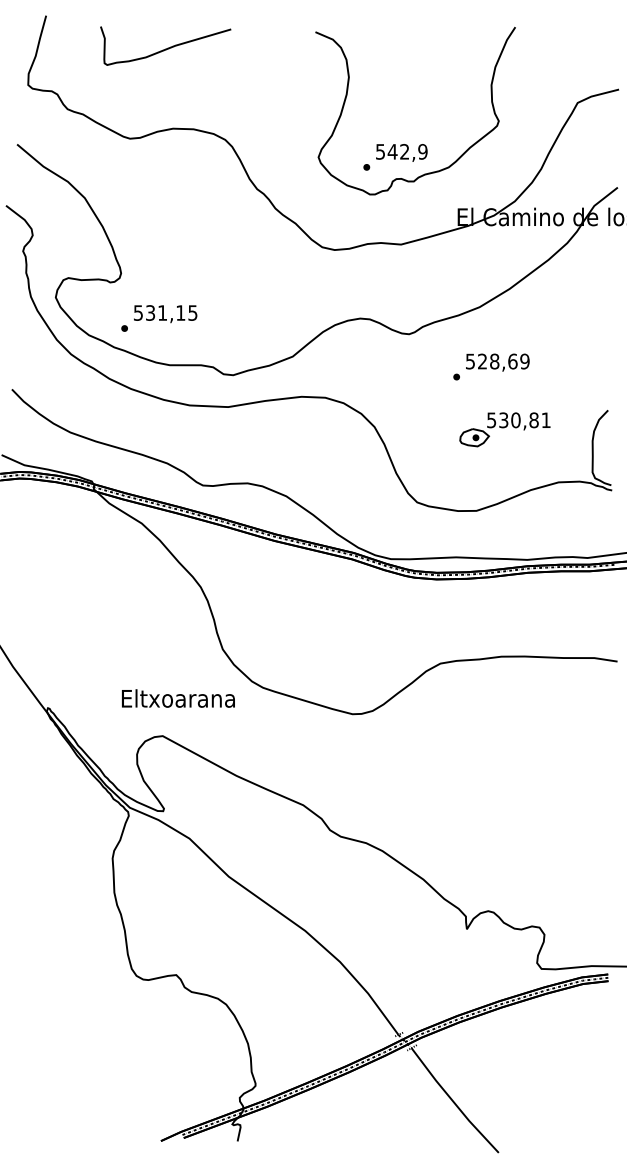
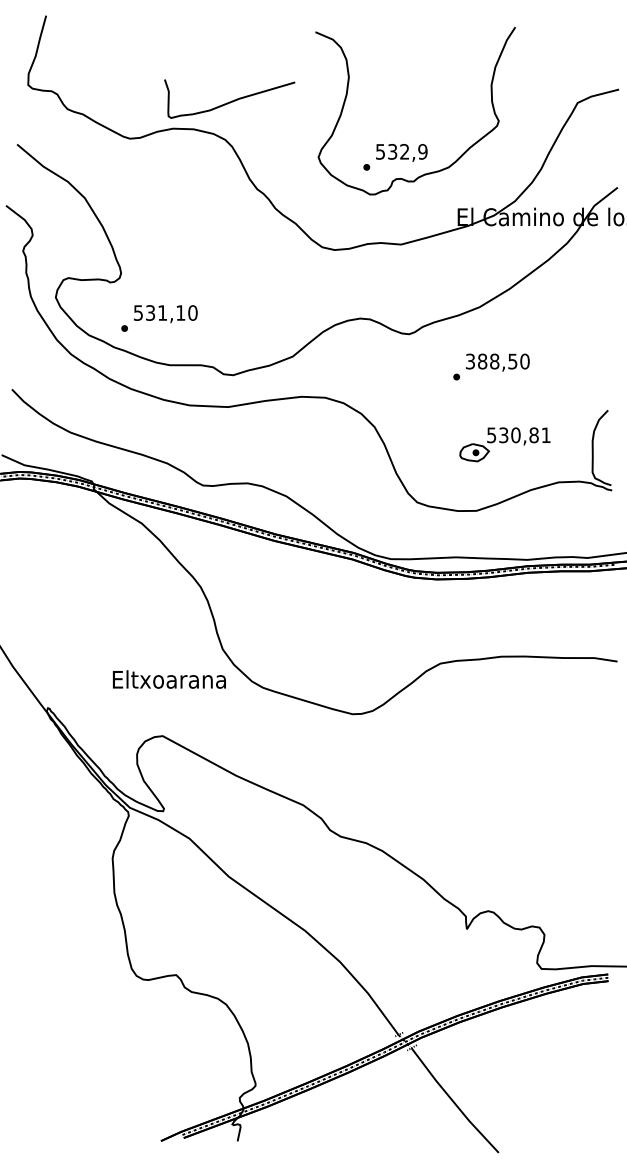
curve at (167, 47) position: (167, 47) -> (231, 100)
text at (392, 151): 542,9 -> 532,9
text at (192, 312): 531,15 -> 531,10
text at (497, 361): 528,69 -> 388,50
part at (504, 429) position: (504, 429) -> (504, 444)
text at (178, 698) position: (178, 698) -> (169, 679)
